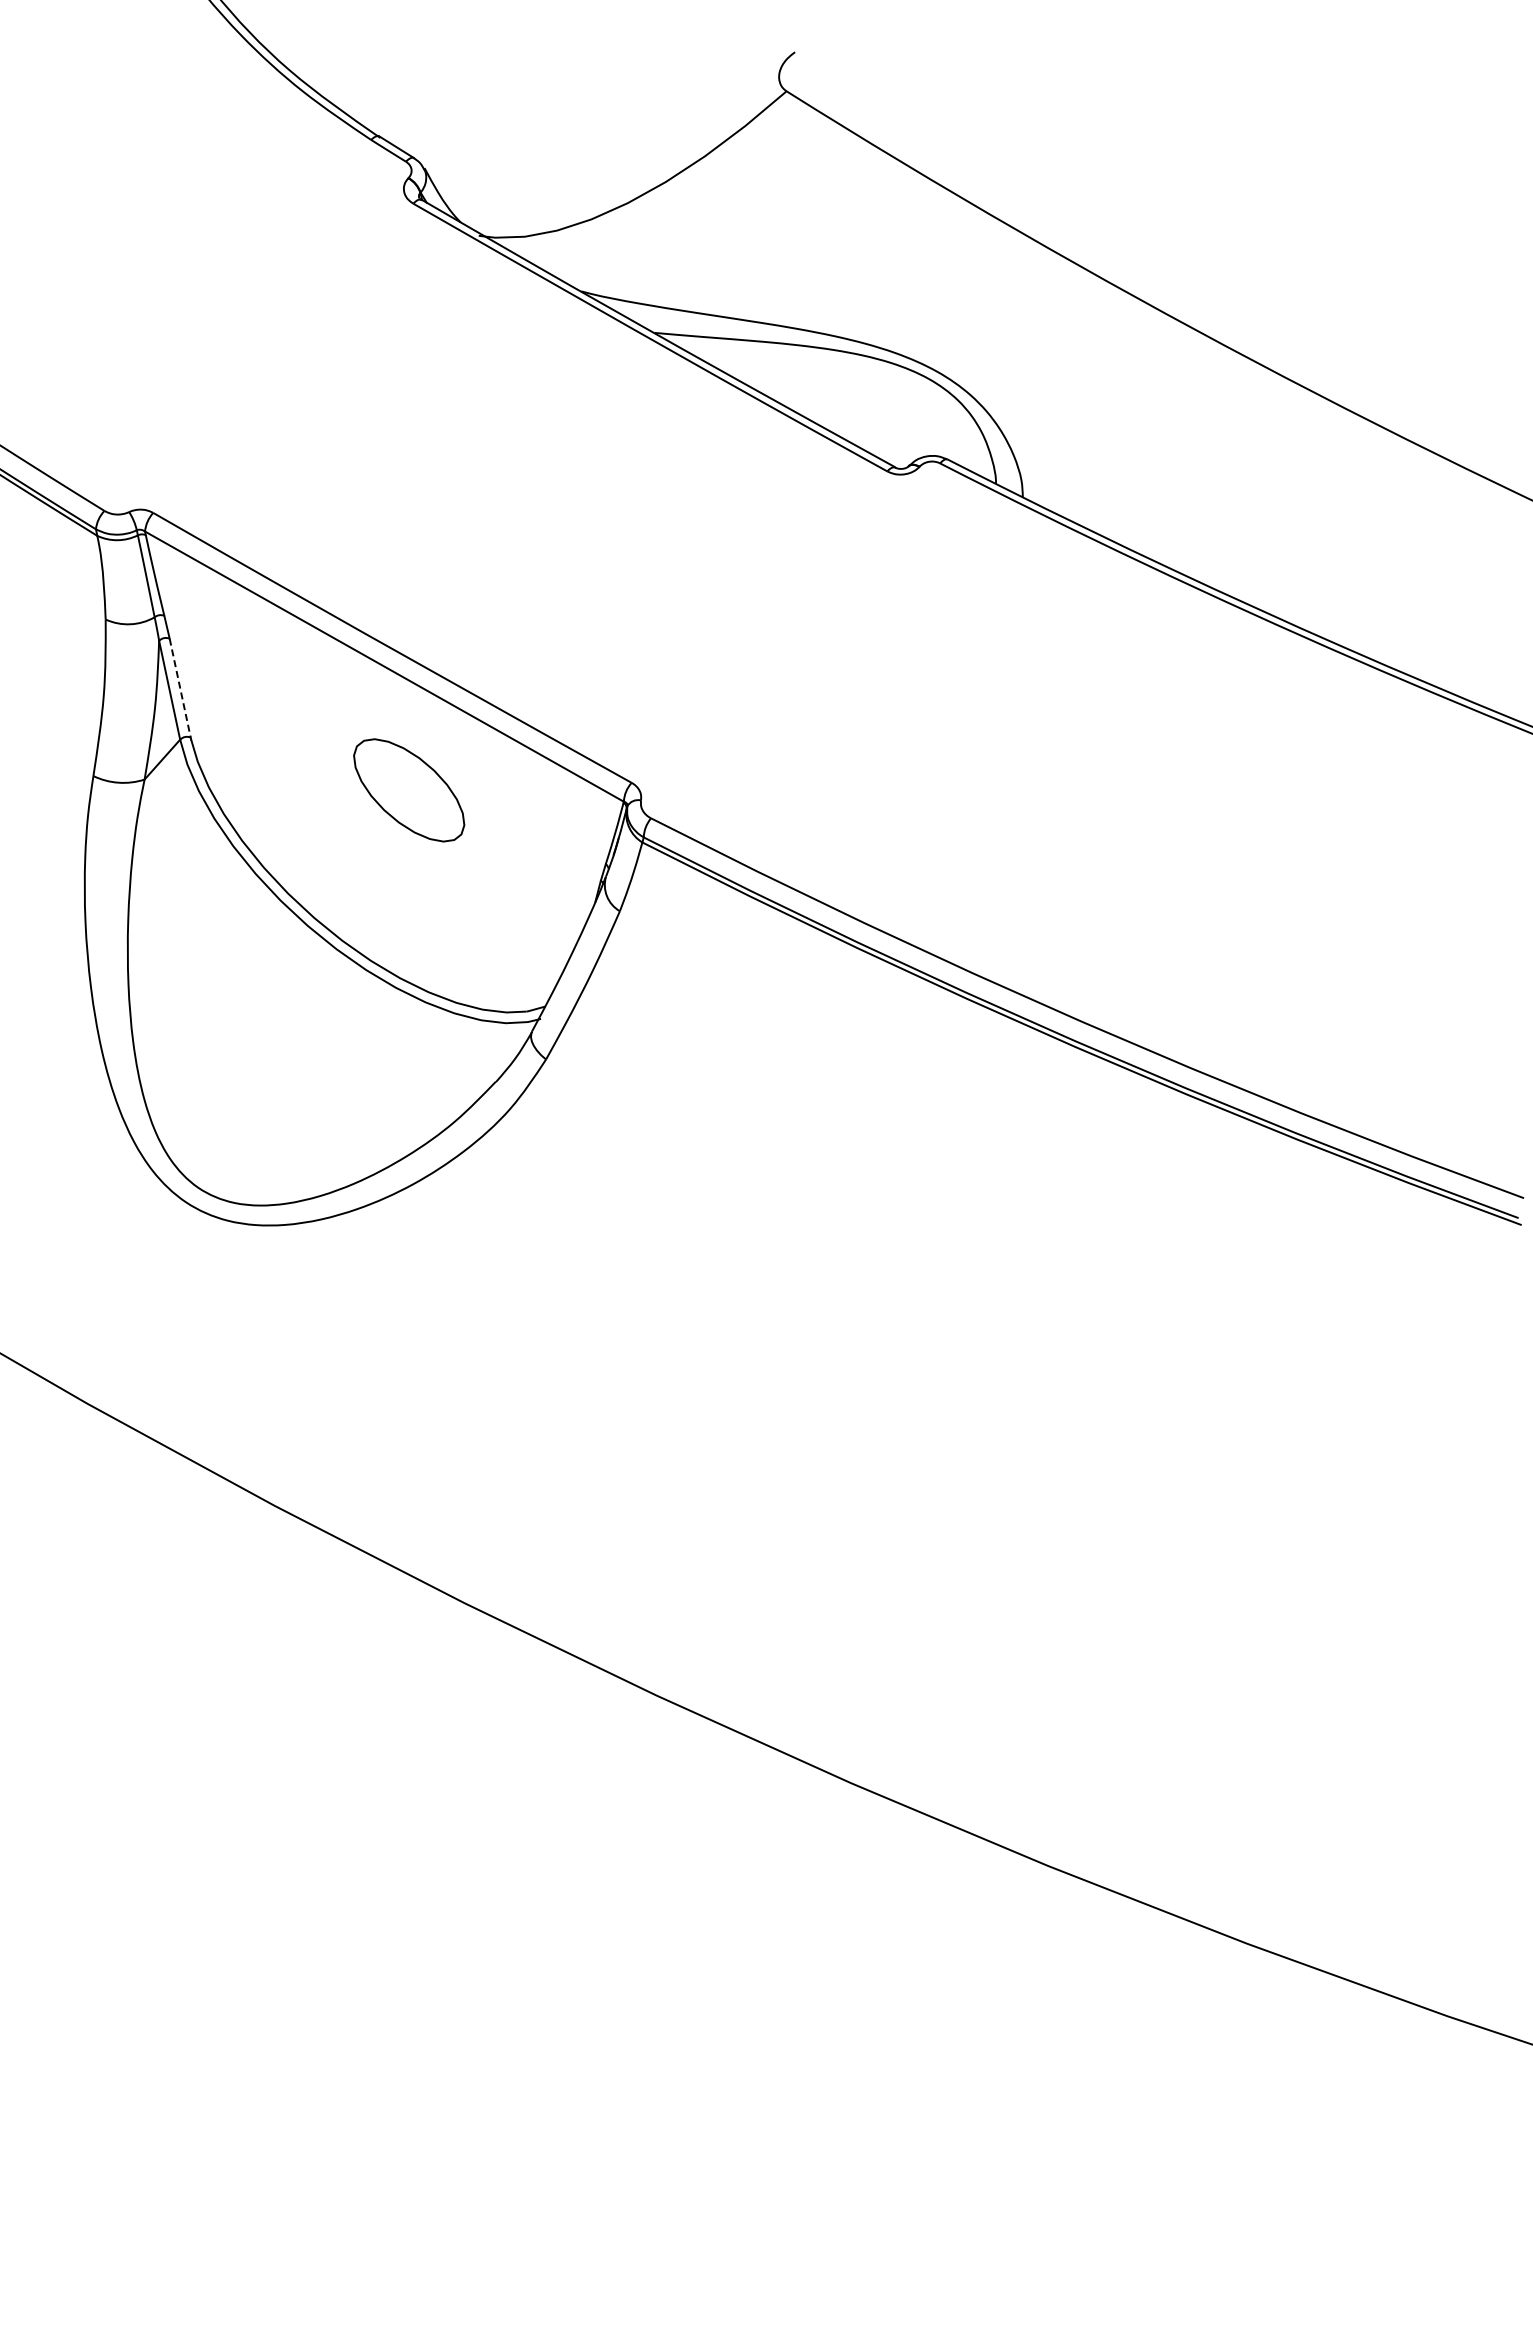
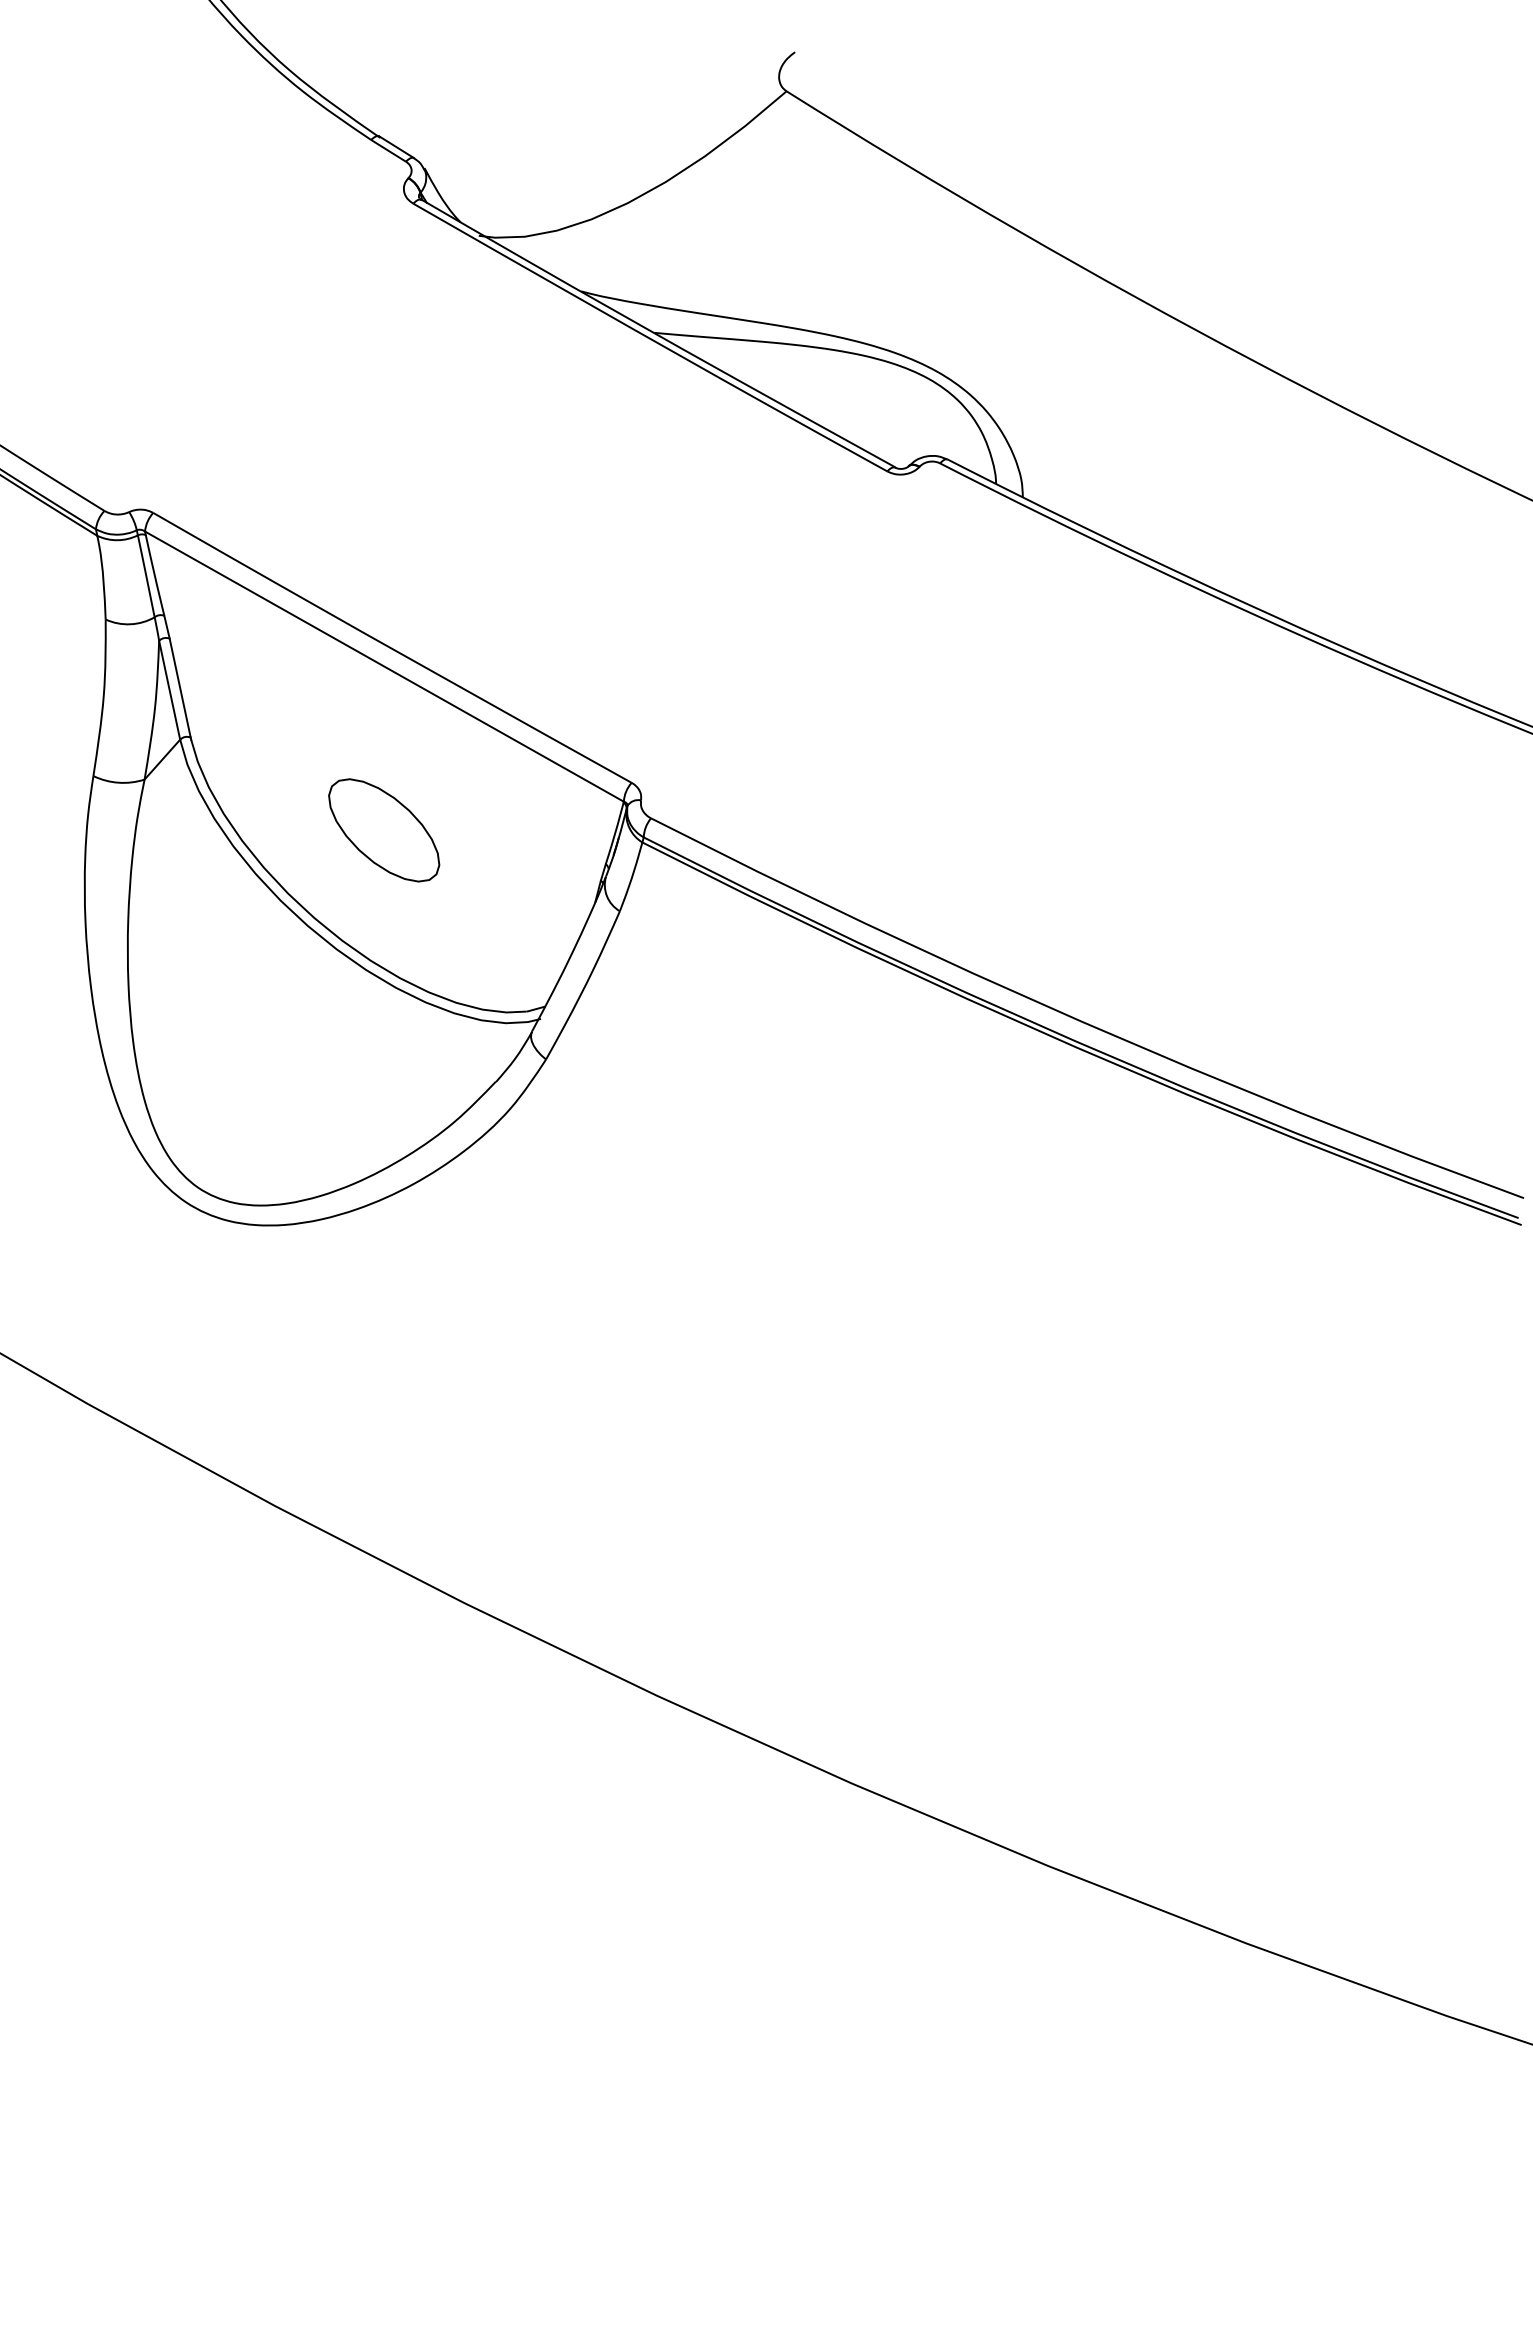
line at (180, 688): dashed -> solid
part at (409, 790) position: (409, 790) -> (384, 830)
